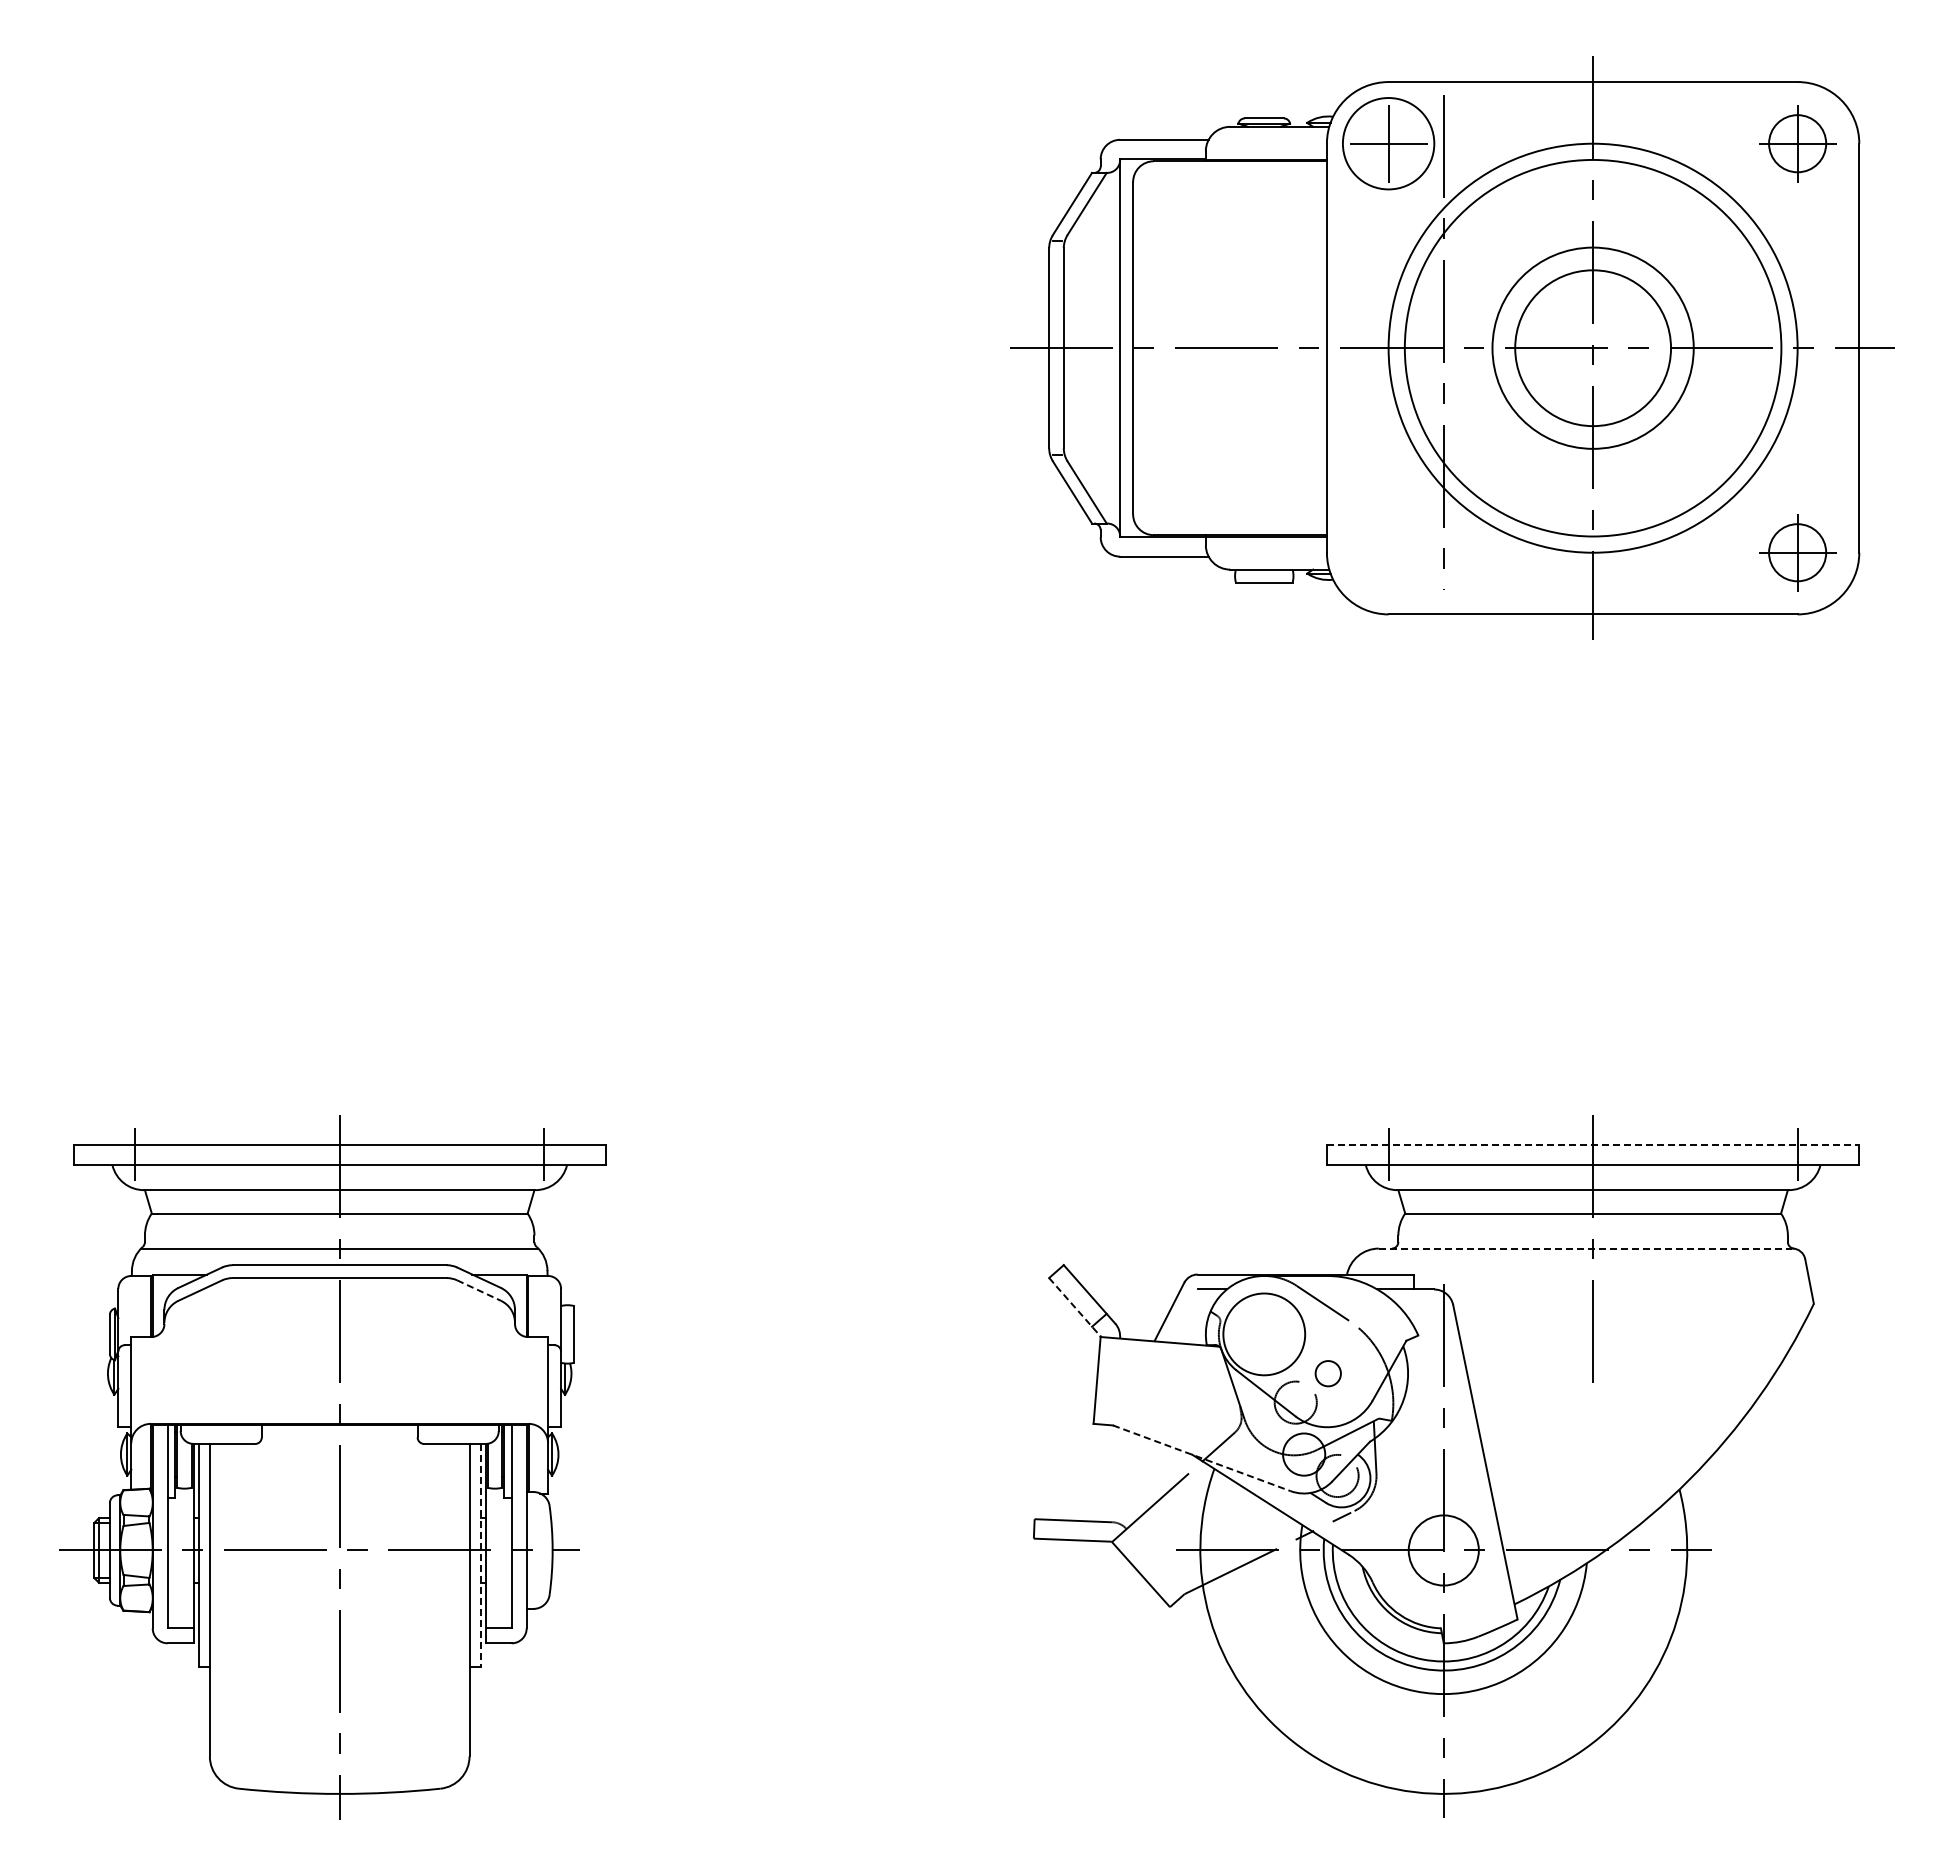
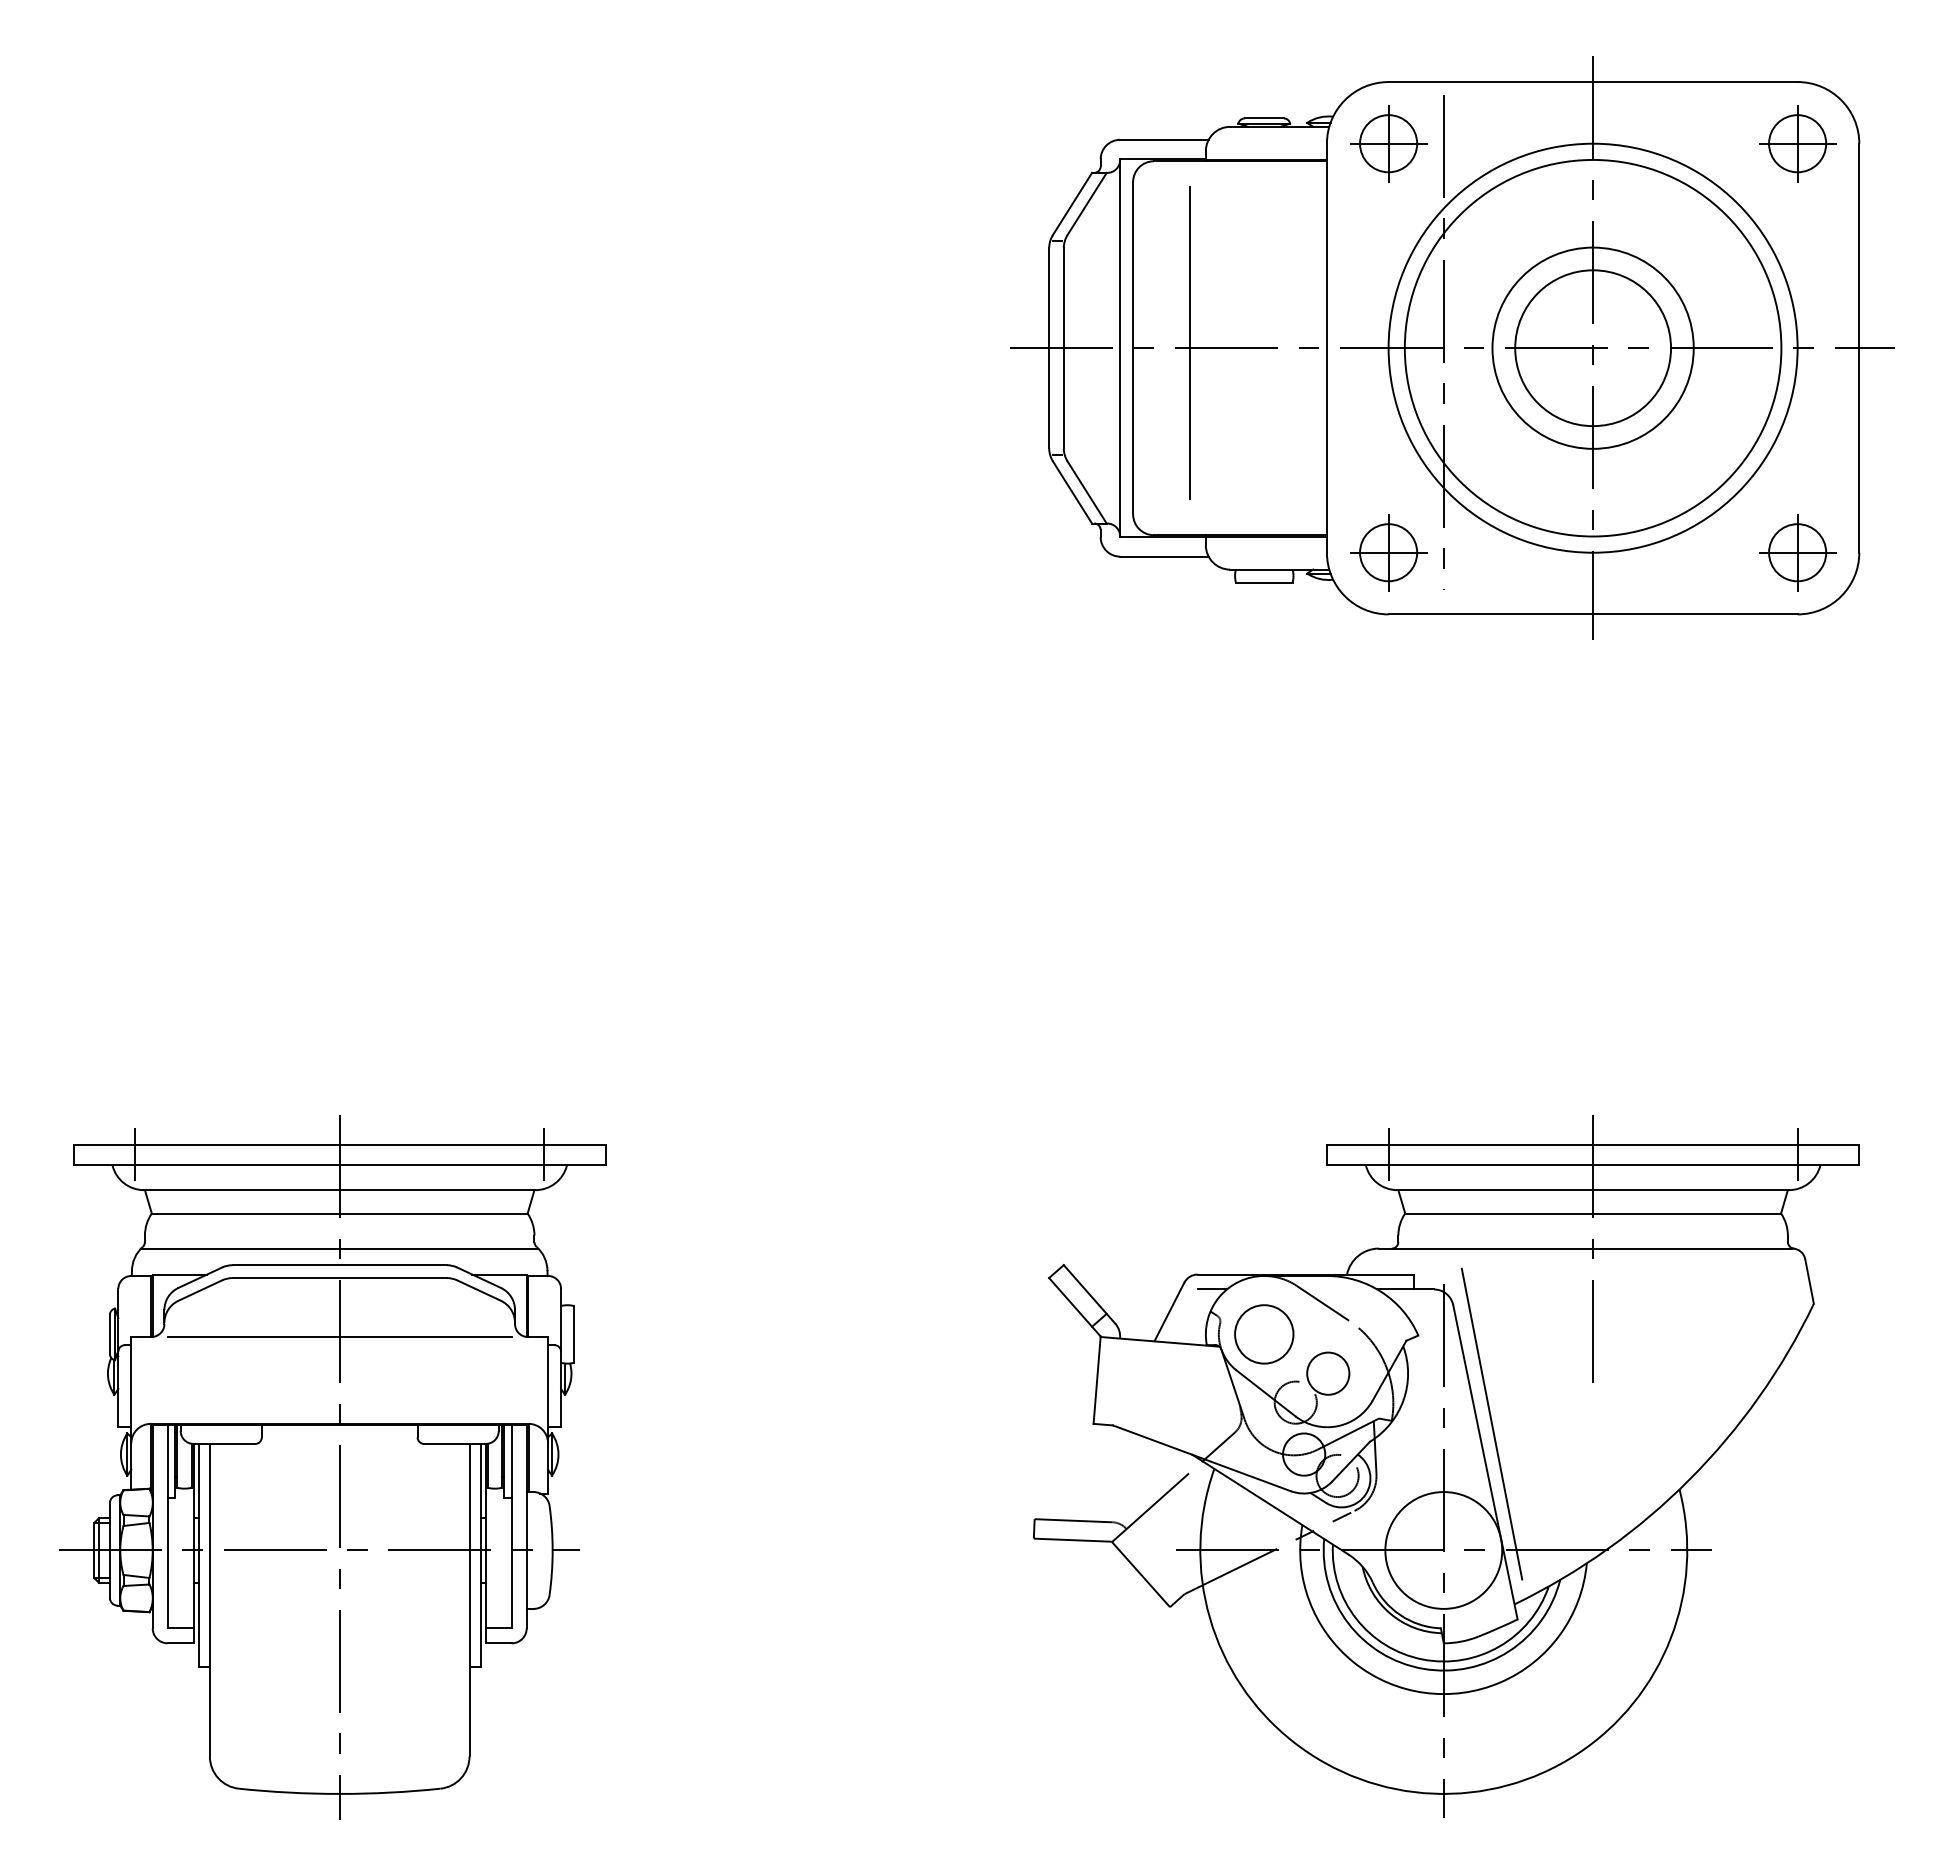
circle at (1388, 143) diameter: 91 px -> 57 px
line at (1189, 343): none -> present
part at (1388, 552): none -> present
line at (1593, 1144): dashed -> solid
line at (1585, 1248): dashed -> solid
line at (479, 1290): dashed -> solid
line at (1074, 1307): dashed -> solid
circle at (1264, 1334) diameter: 82 px -> 58 px
line at (339, 1337): none -> present
circle at (1327, 1373) diameter: 25 px -> 42 px
line at (1491, 1423): none -> present
line at (1201, 1458): dashed -> solid
circle at (1443, 1550) diameter: 70 px -> 117 px
line at (480, 1555): dashed -> solid
